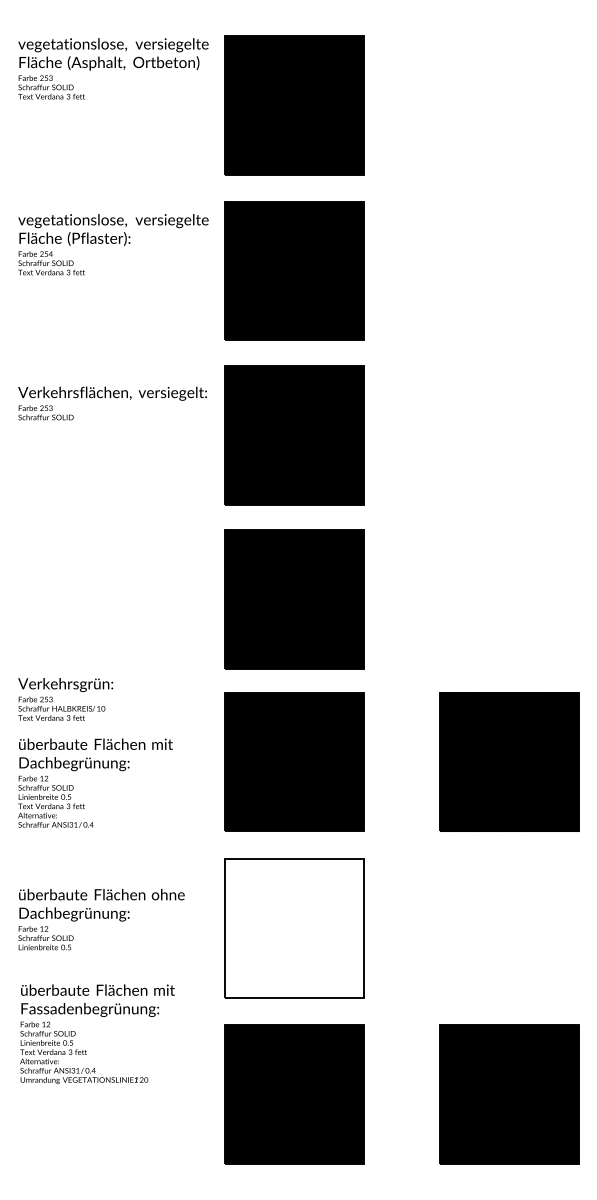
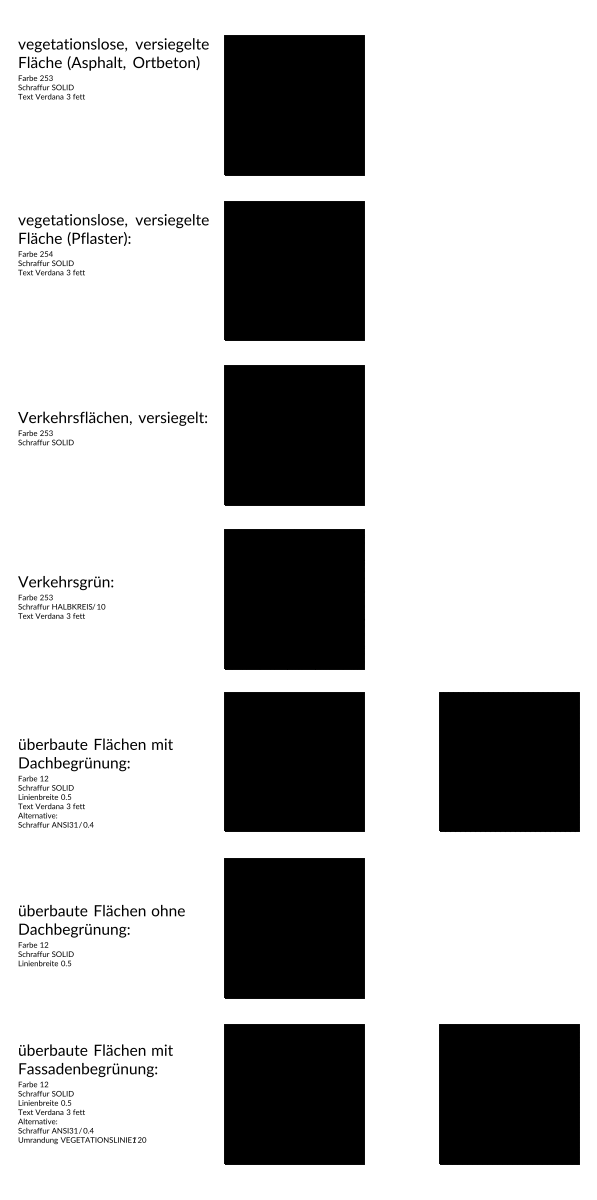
text at (112, 403) position: (112, 403) -> (112, 428)
text at (65, 699) position: (65, 699) -> (65, 597)
text at (101, 919) position: (101, 919) -> (101, 935)
fill at (294, 928): none -> present
text at (97, 1034) position: (97, 1034) -> (95, 1094)
